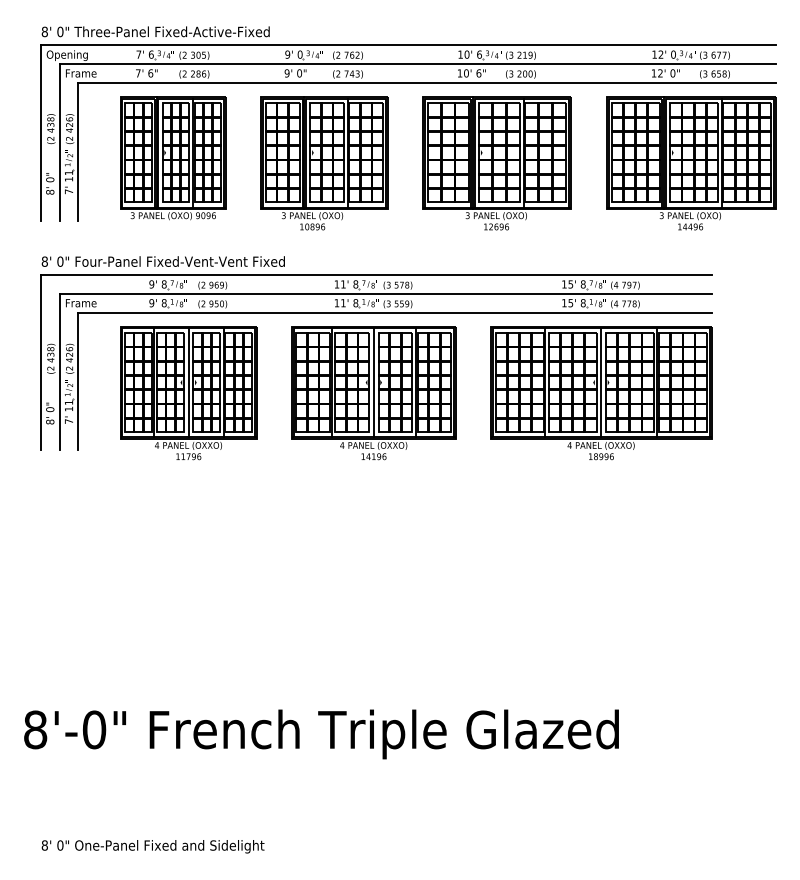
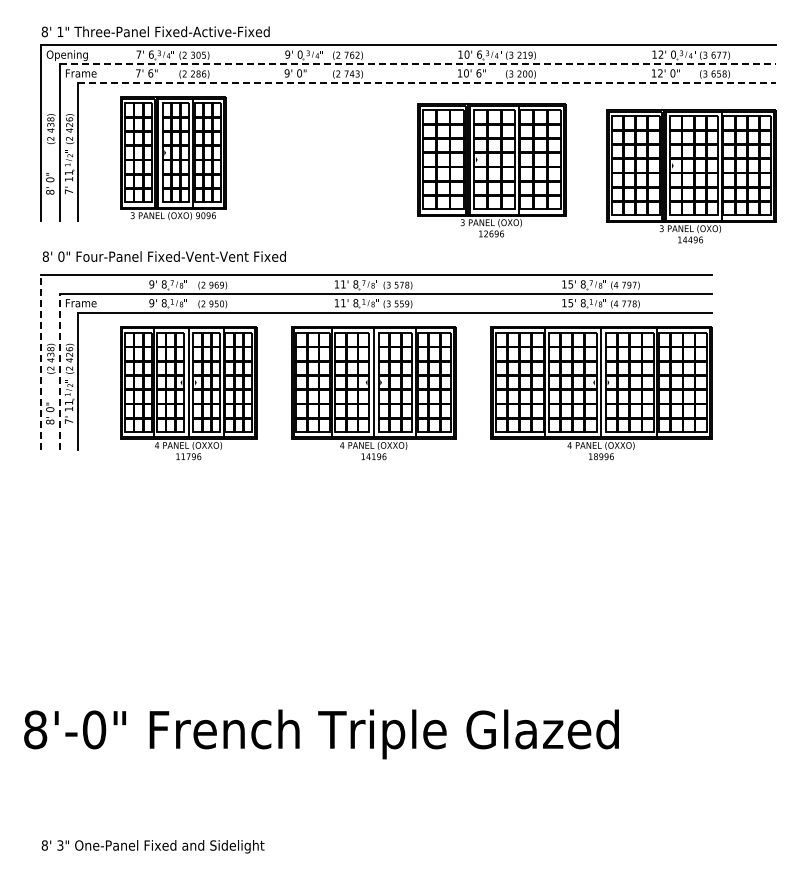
text at (60, 31): 0" -> 1"
line at (418, 64): solid -> dashed
line at (427, 82): solid -> dashed
part at (324, 163): present -> none
part at (496, 163) position: (496, 163) -> (491, 170)
part at (691, 163) position: (691, 163) -> (691, 176)
text at (162, 261) position: (162, 261) -> (163, 256)
line at (40, 362): solid -> dashed
line at (59, 371): solid -> dashed
text at (60, 845): 0" -> 3"
